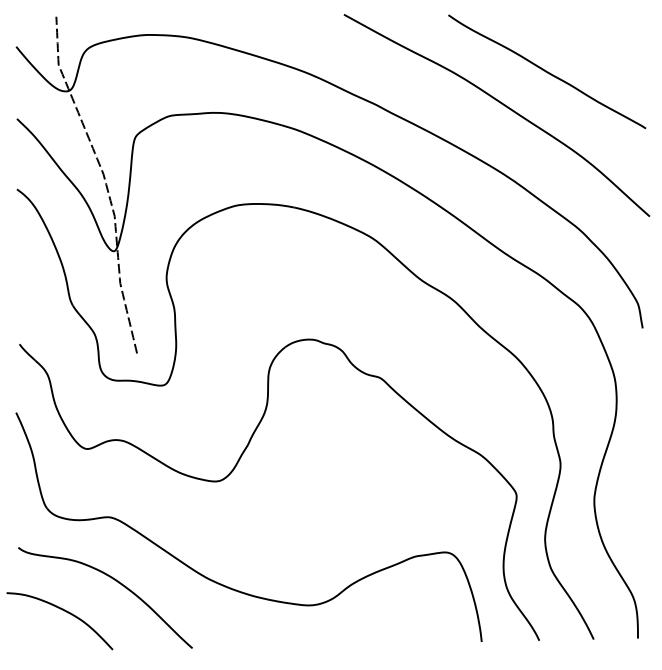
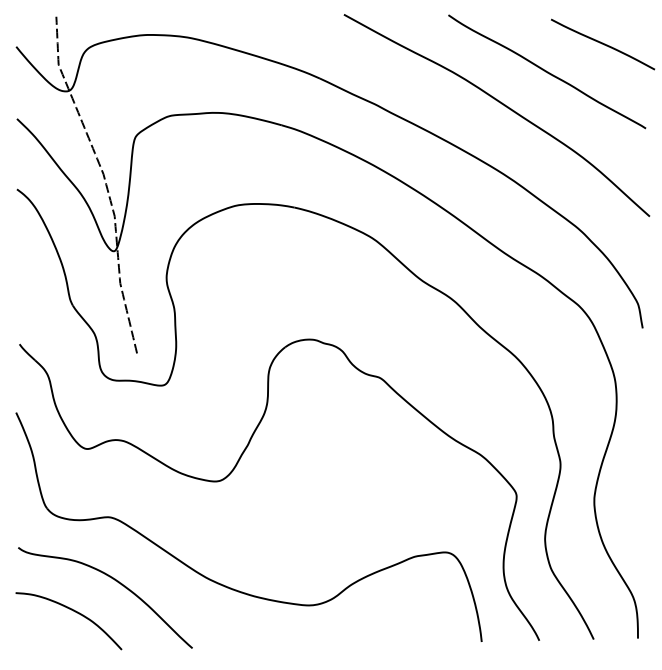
curve at (603, 44): none -> present
curve at (64, 611) position: (64, 611) -> (73, 611)
